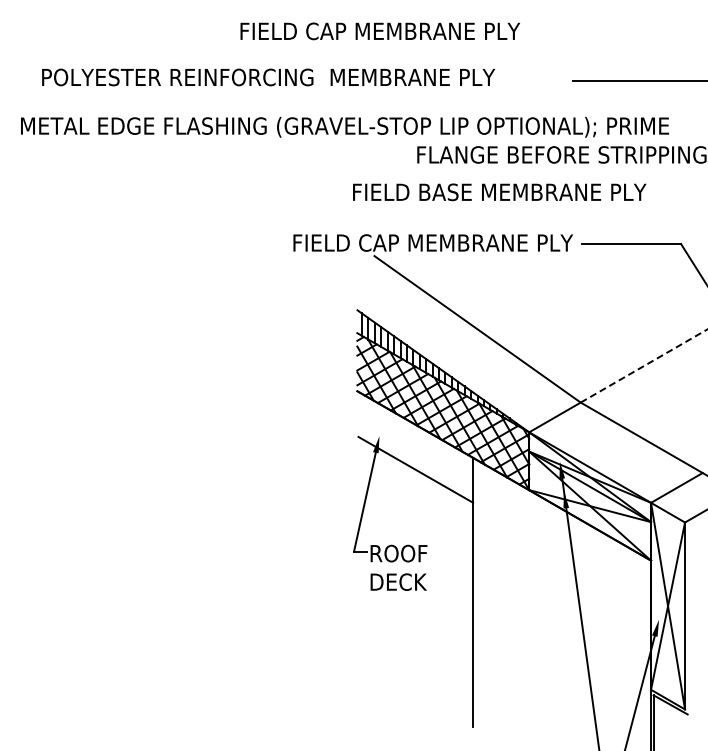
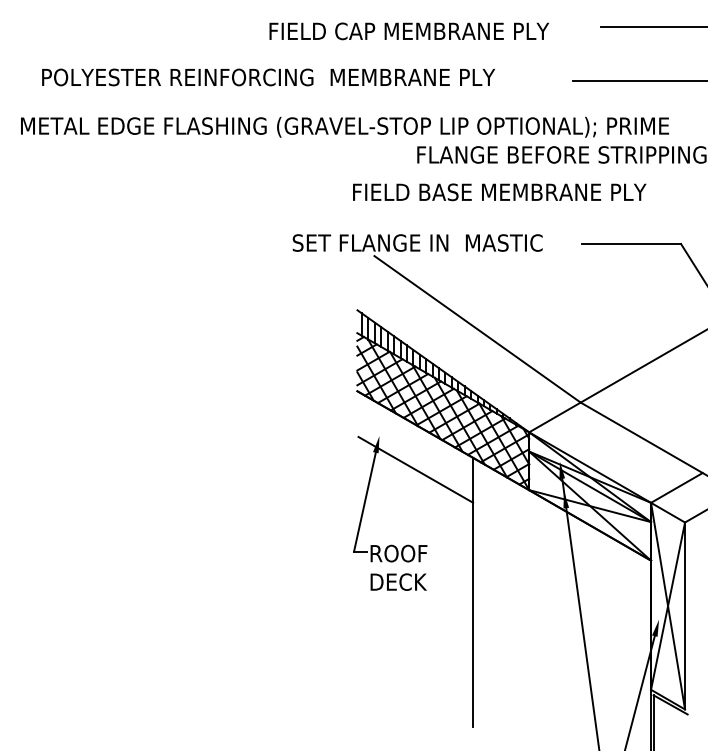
line at (652, 27): none -> present
text at (379, 31) position: (379, 31) -> (408, 31)
text at (432, 242): FIELD CAP MEMBRANE PLY -> SET FLANGE IN  MASTIC
line at (644, 365): dashed -> solid
